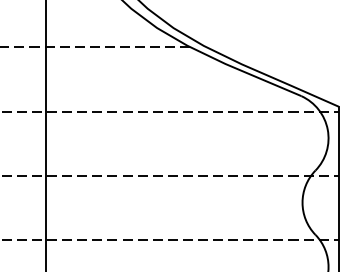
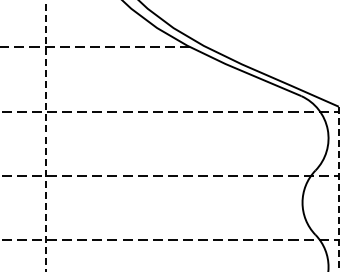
line at (45, 136): solid -> dashed
line at (338, 189): solid -> dashed
